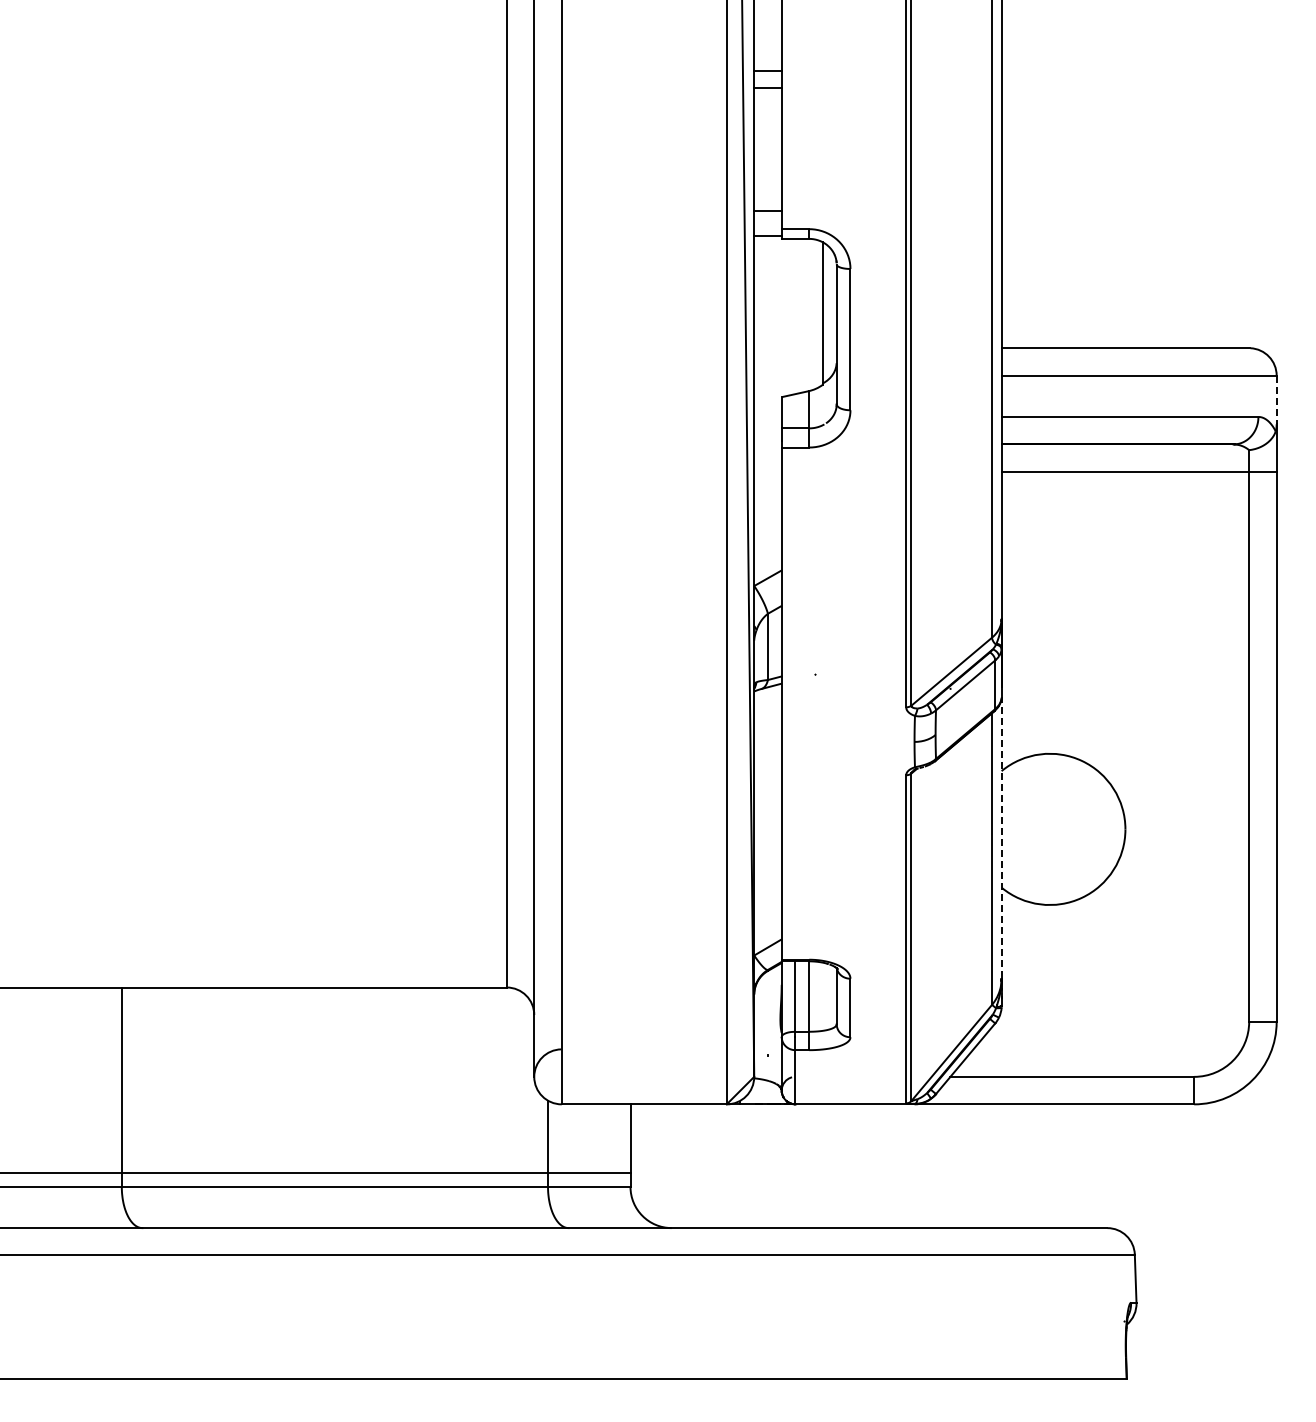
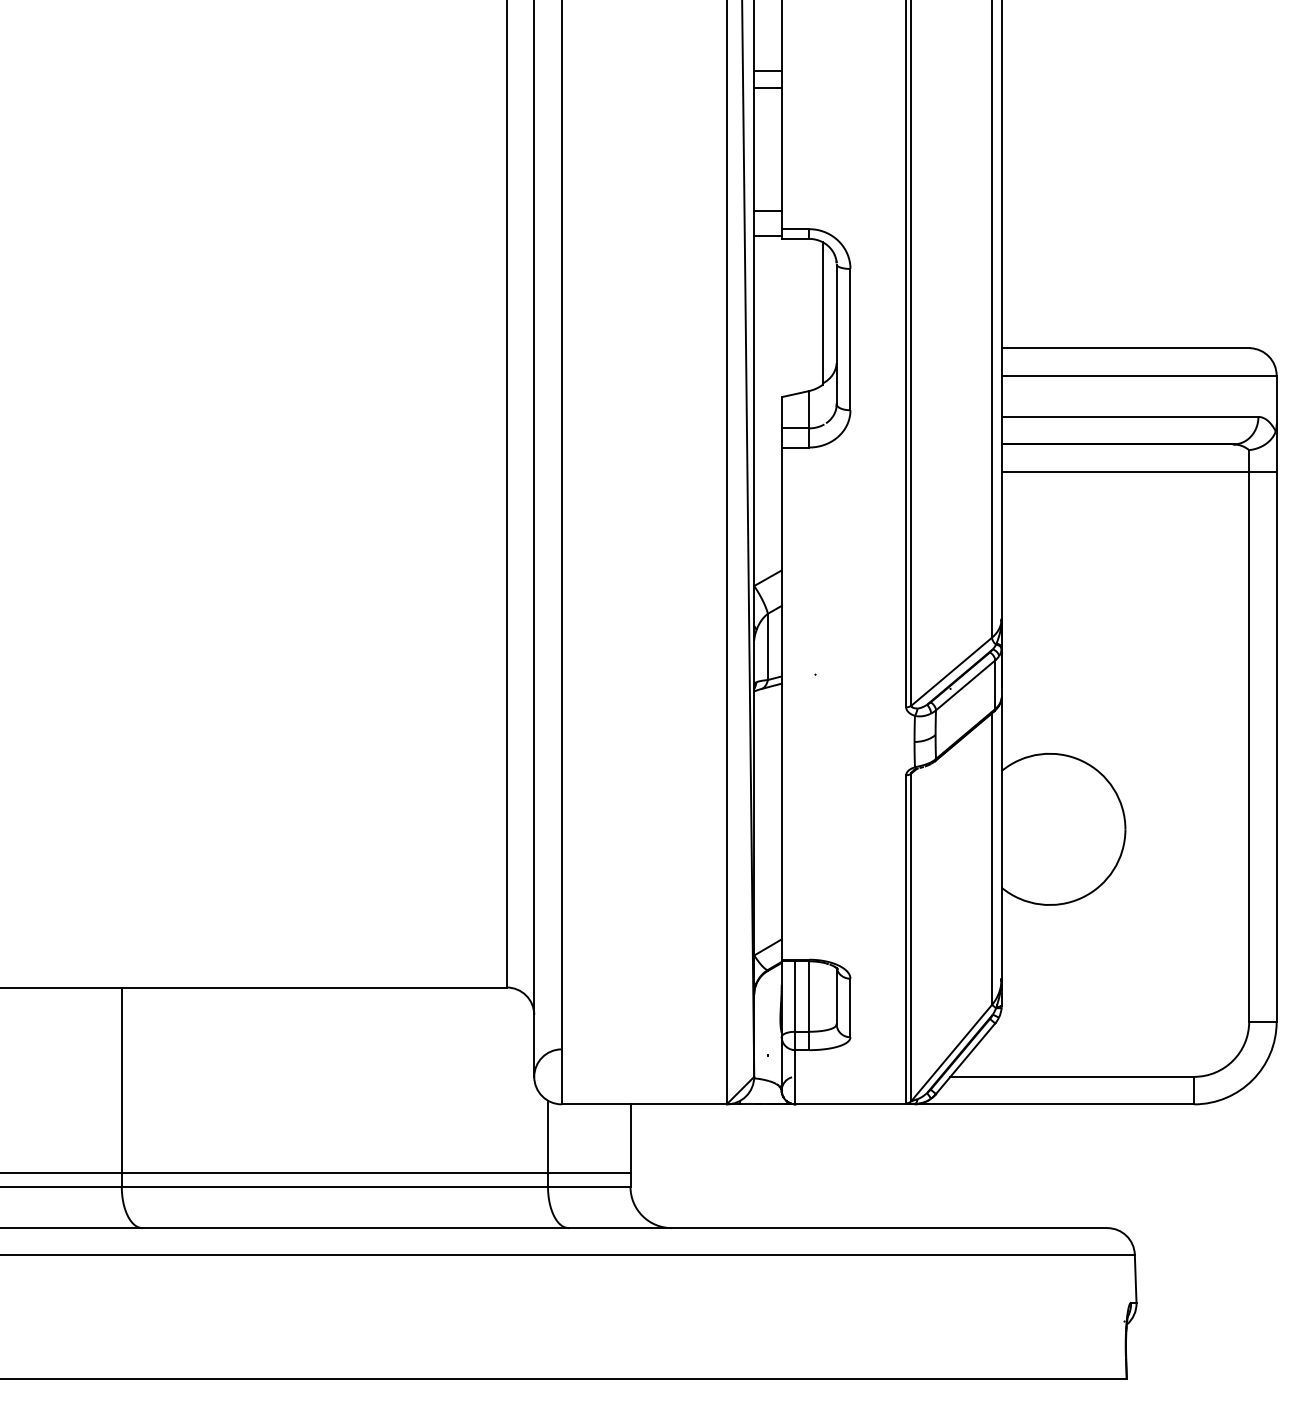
line at (1276, 400): dashed -> solid
line at (1001, 837): dashed -> solid
